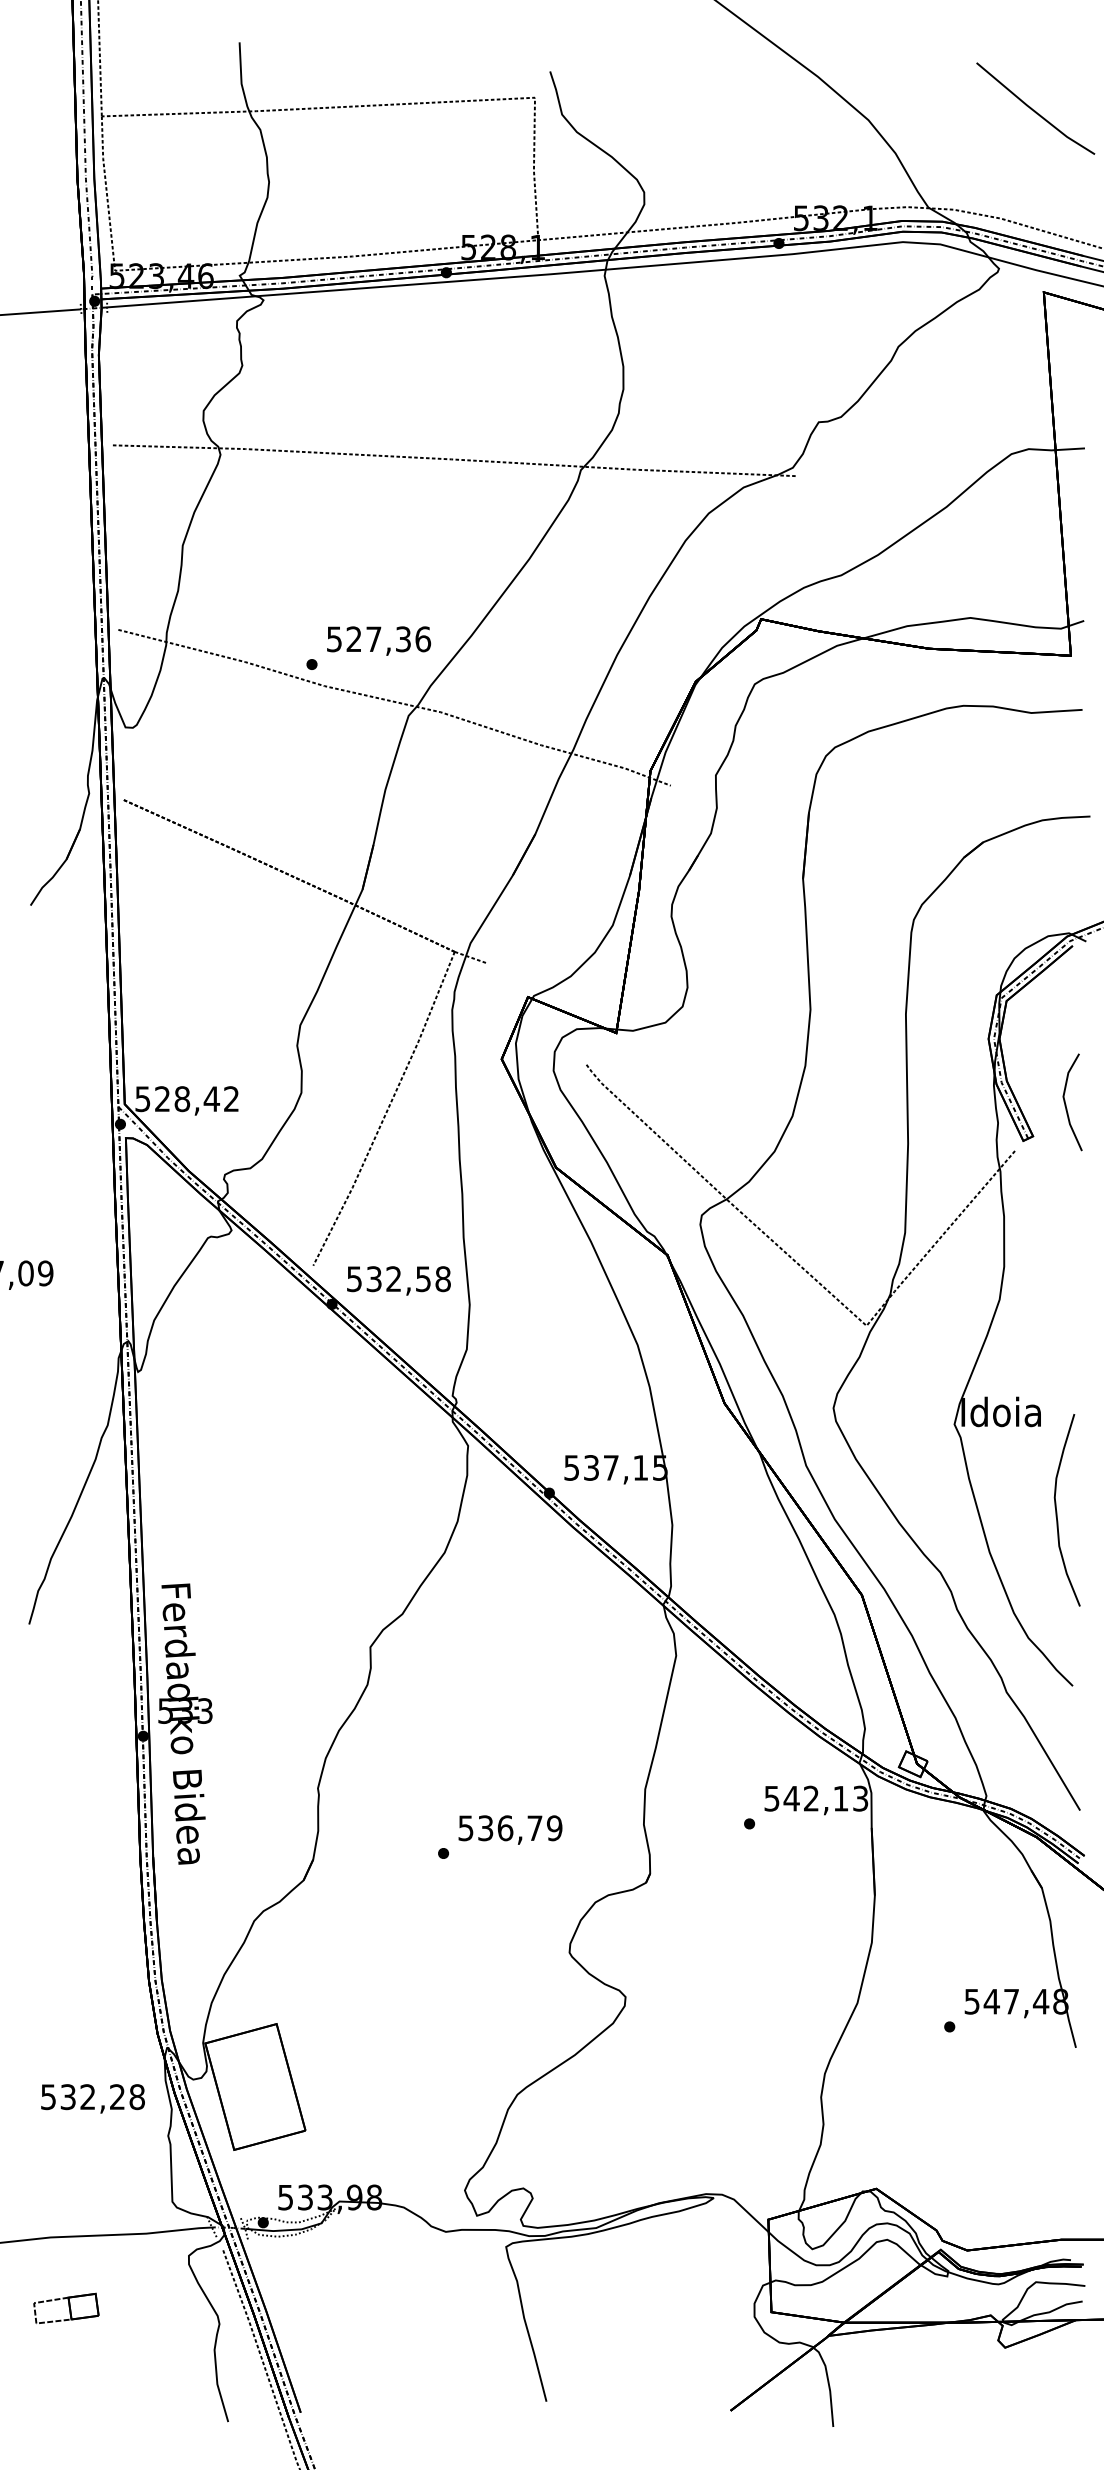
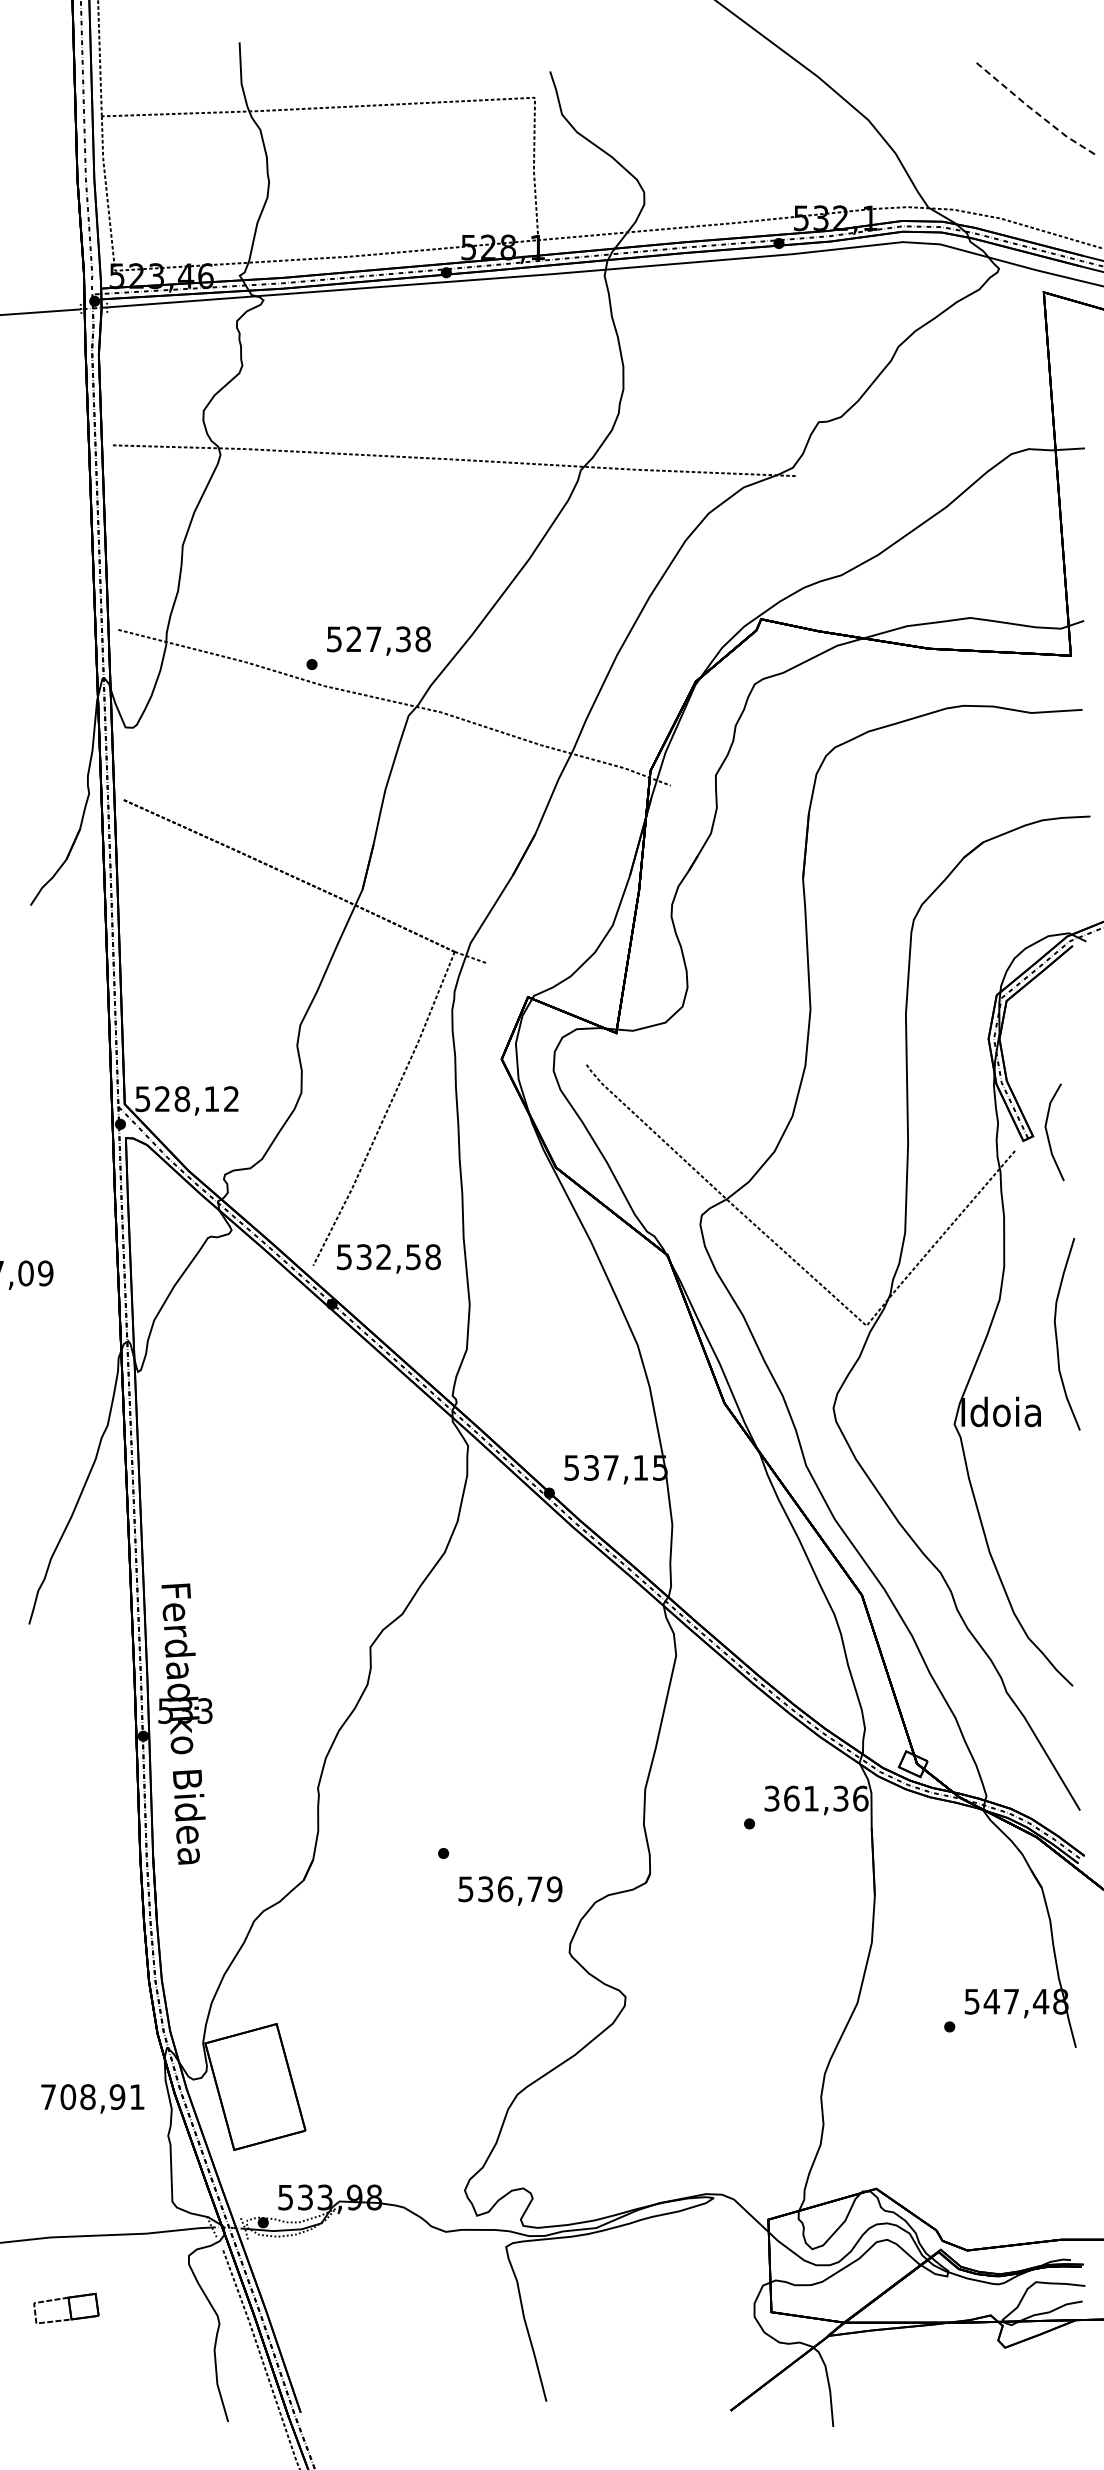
line at (1033, 110): solid -> dashed
text at (423, 639): 527,36 -> 527,38
text at (211, 1098): 528,42 -> 528,12
line at (1066, 1104) position: (1066, 1104) -> (1048, 1134)
text at (398, 1280) position: (398, 1280) -> (388, 1258)
curve at (1057, 1511) position: (1057, 1511) -> (1057, 1335)
text at (816, 1798): 542,13 -> 361,36
text at (510, 1829) position: (510, 1829) -> (510, 1890)
text at (92, 2097): 532,28 -> 708,91
